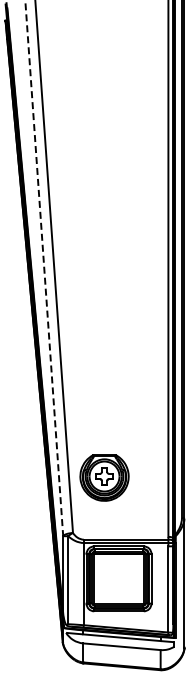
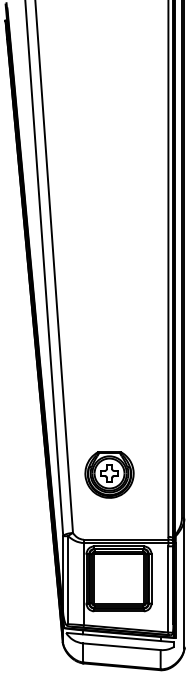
line at (44, 268): dashed -> solid
part at (104, 477) position: (104, 477) -> (109, 474)
